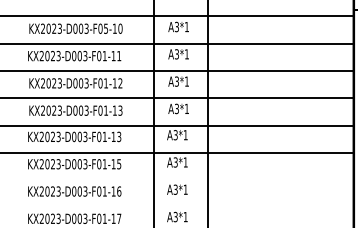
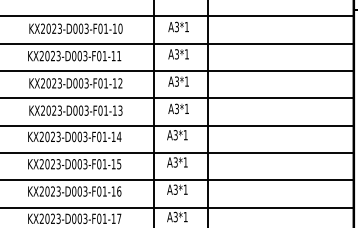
text at (106, 28): KX2023-D003-F05-10 -> KX2023-D003-F01-10
text at (119, 136): KX2023-D003-F01-13 -> KX2023-D003-F01-14
line at (177, 180): none -> present
line at (177, 207): none -> present
